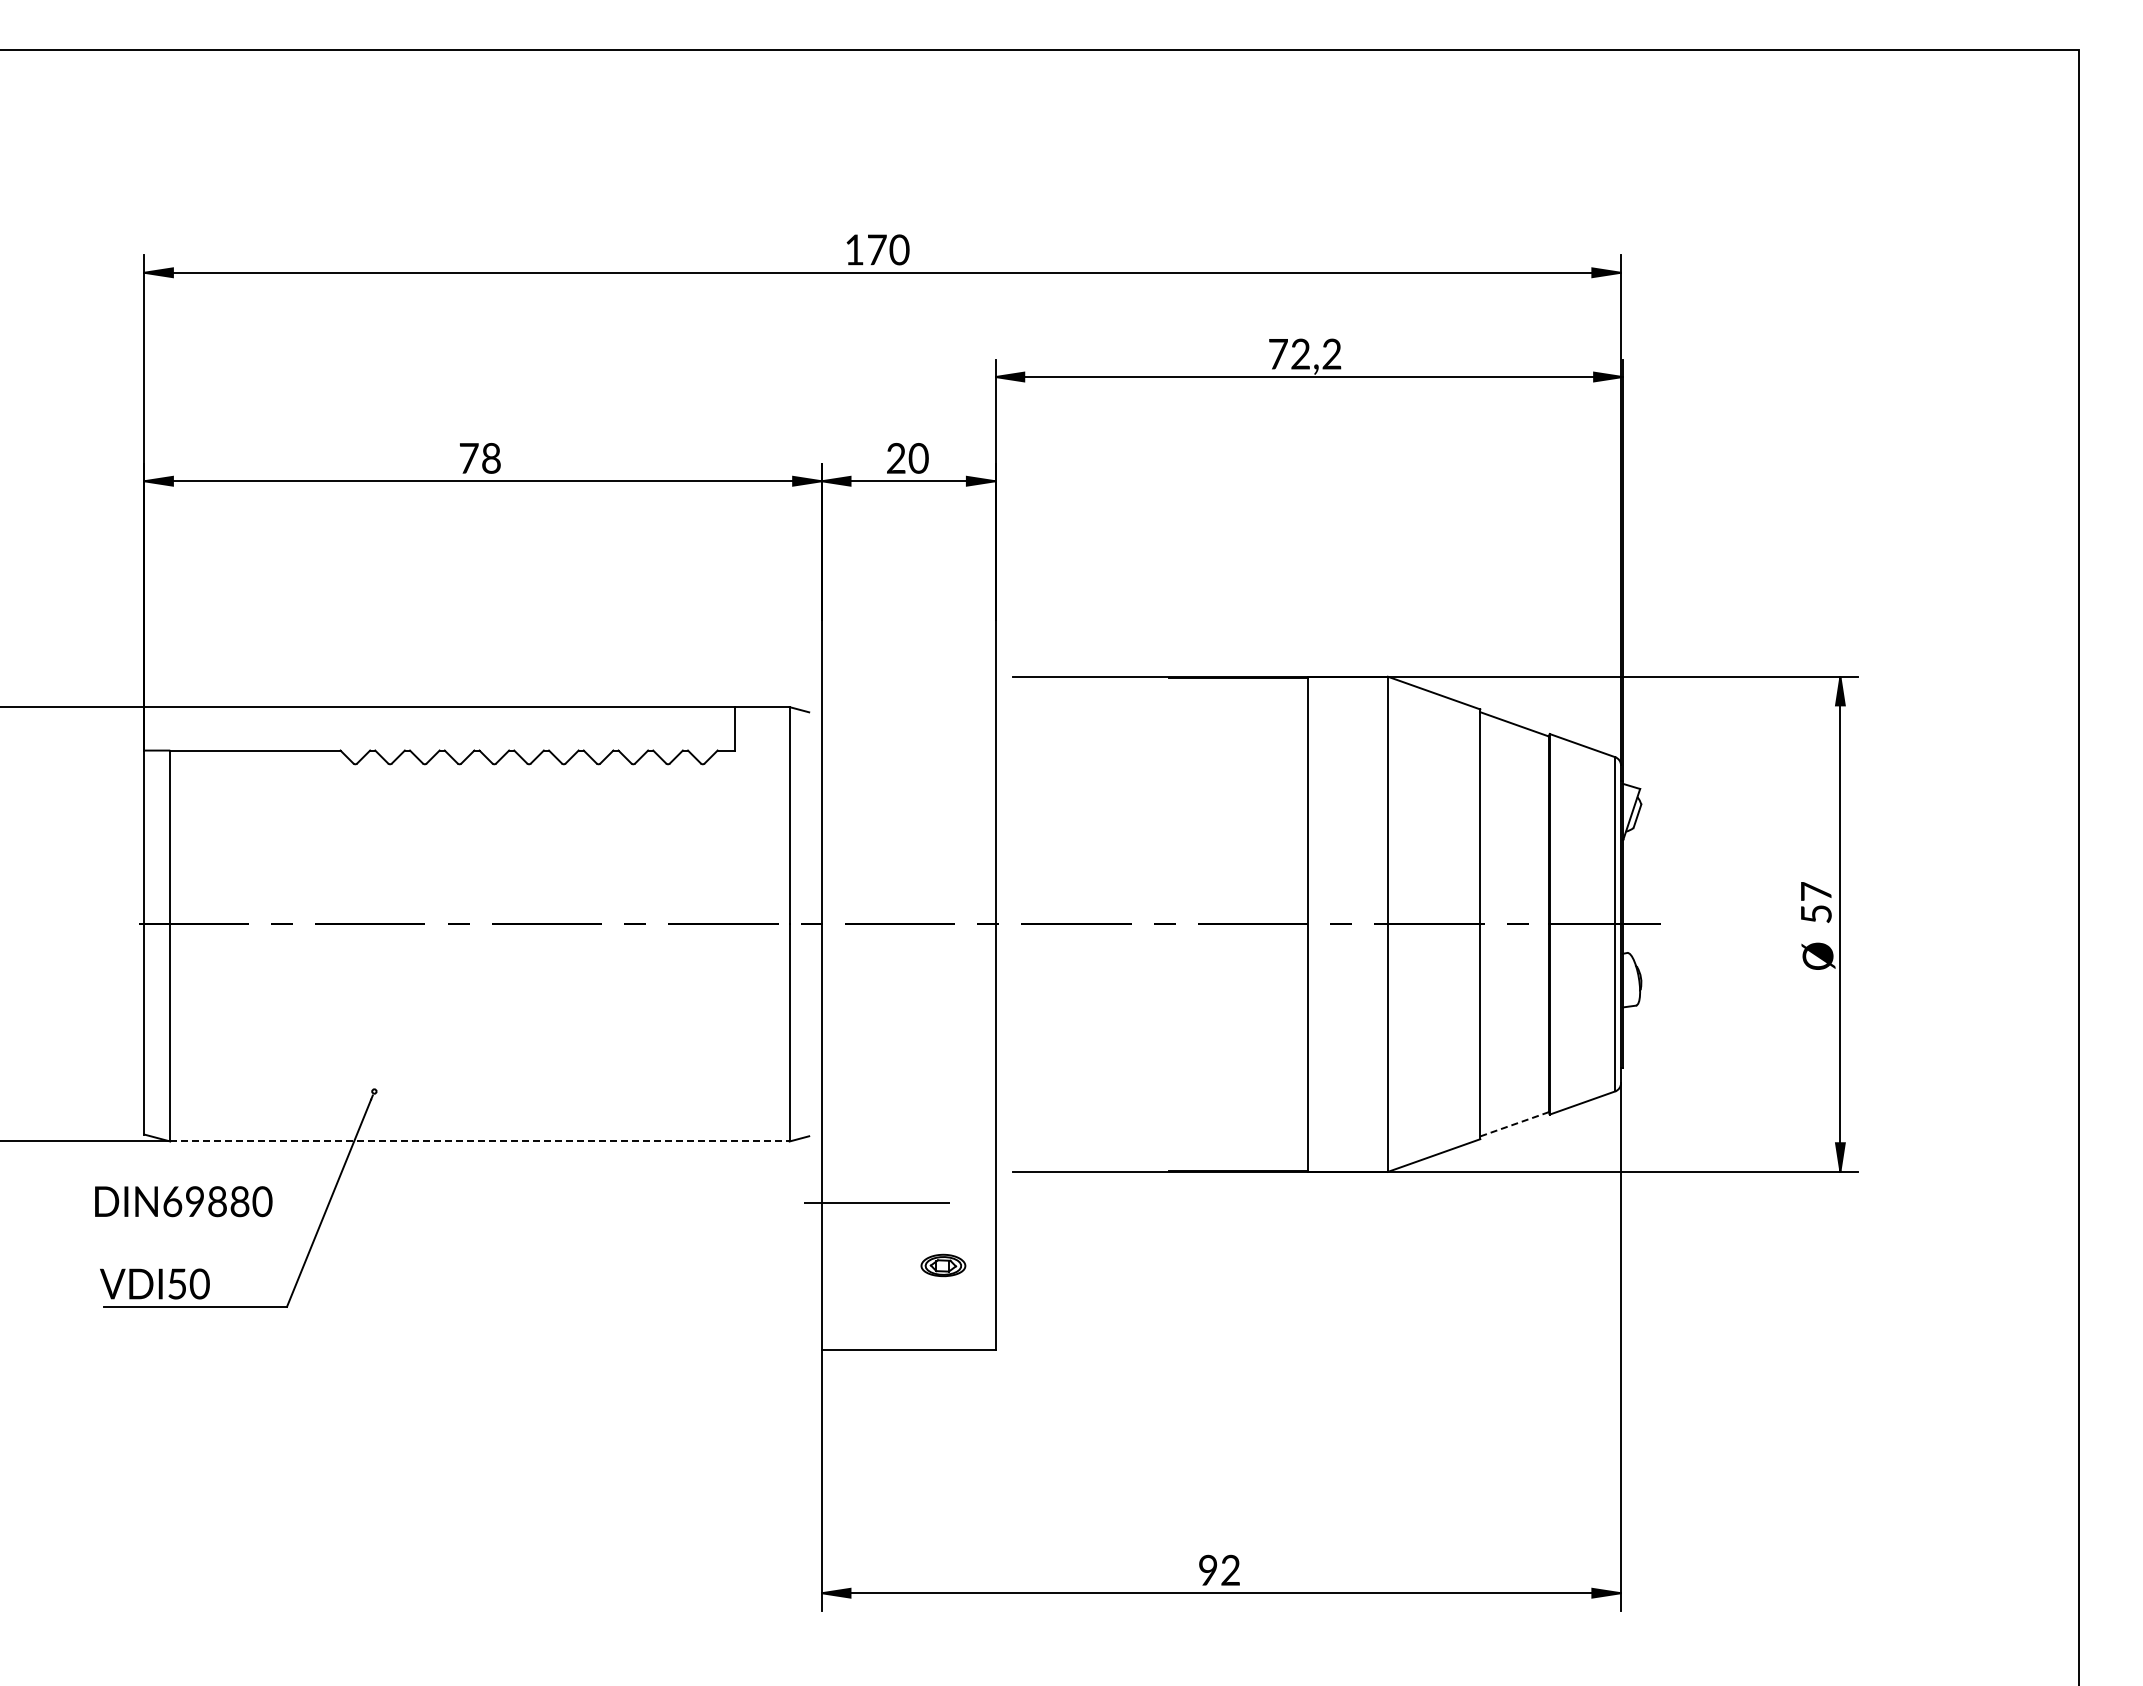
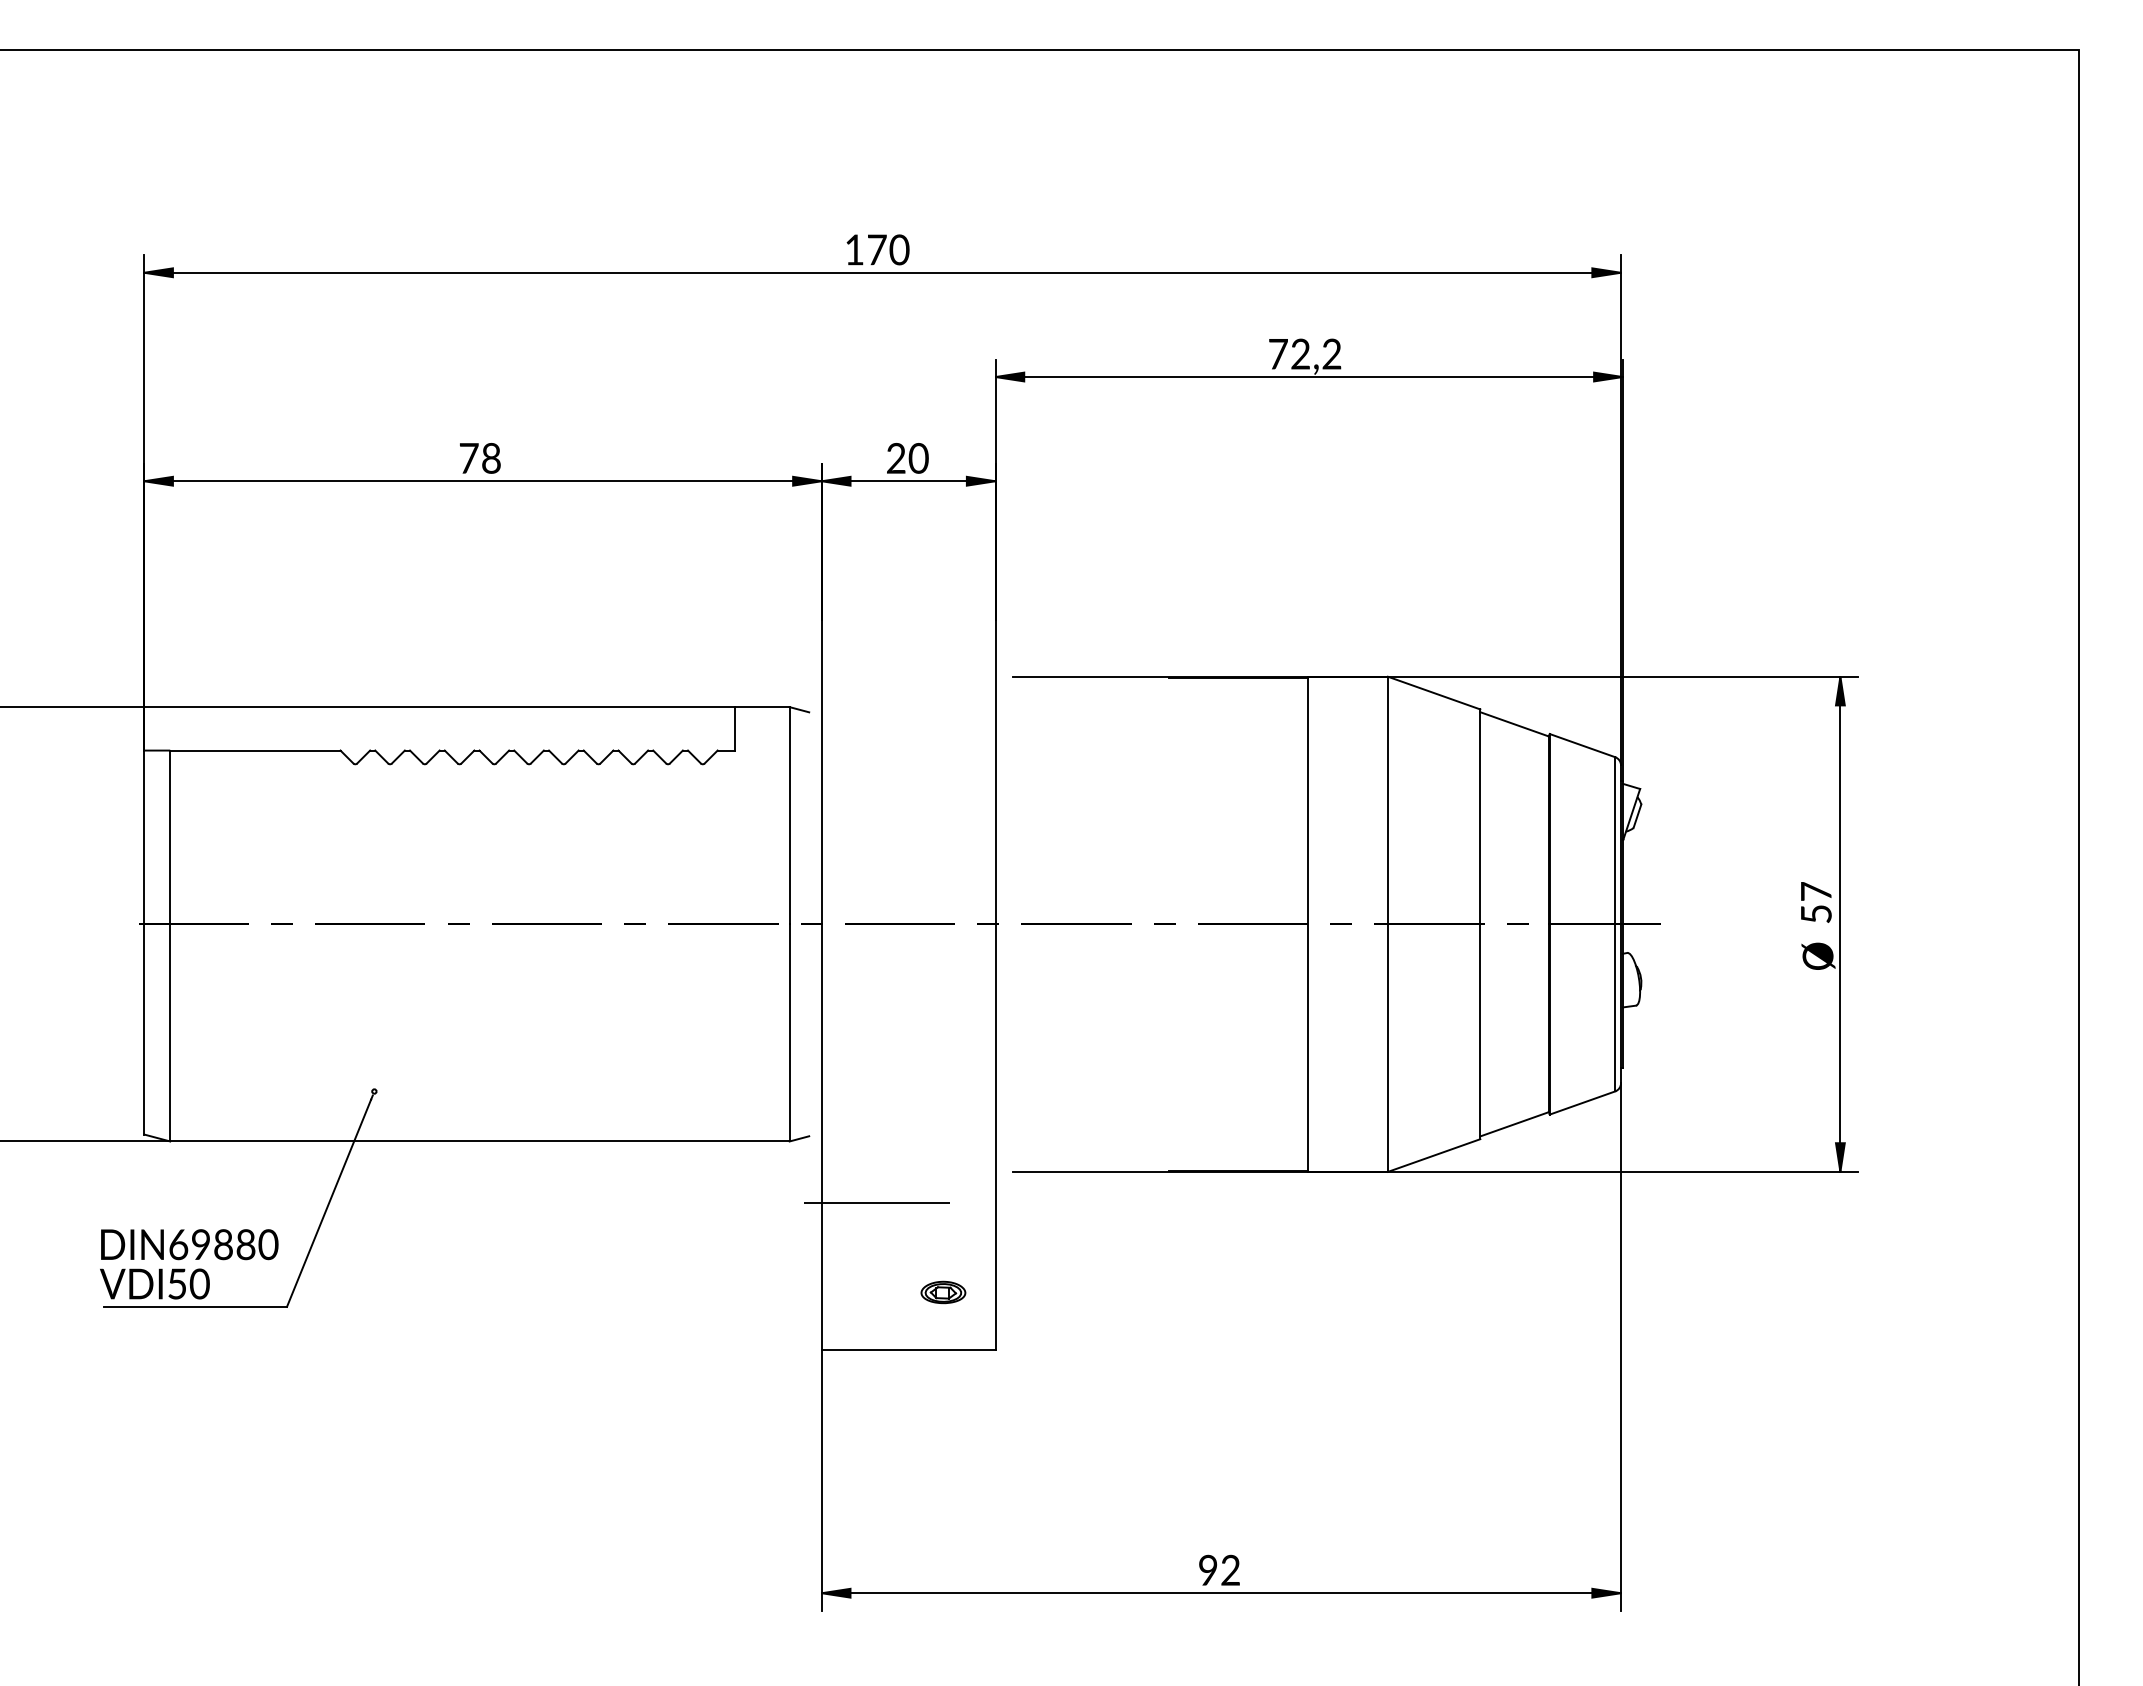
line at (1515, 1124): dashed -> solid
line at (479, 1141): dashed -> solid
text at (183, 1201) position: (183, 1201) -> (189, 1244)
part at (943, 1265) position: (943, 1265) -> (943, 1292)
